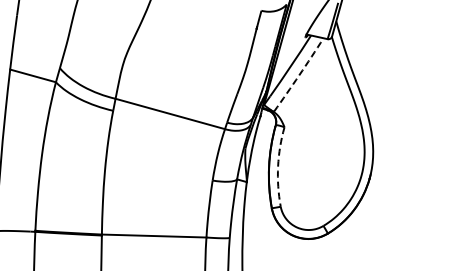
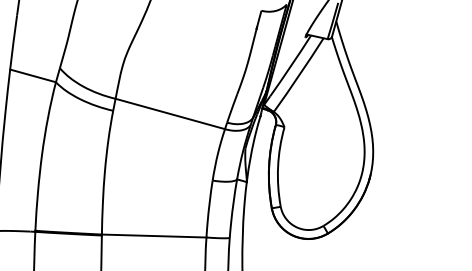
arc at (299, 75): dashed -> solid
arc at (278, 166): dashed -> solid
